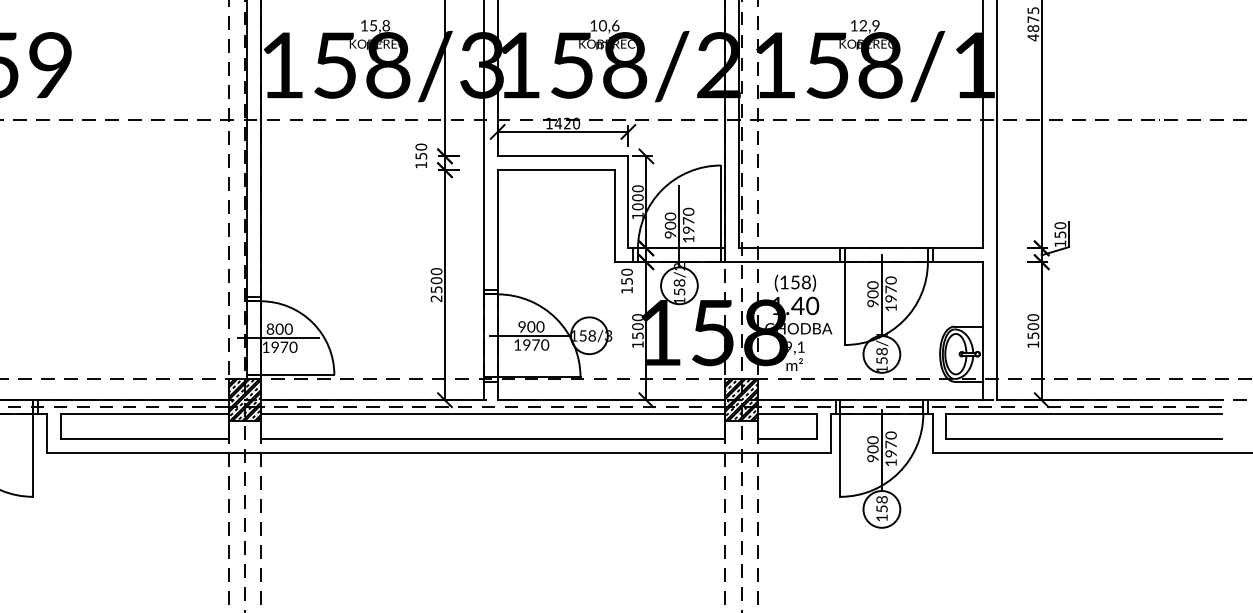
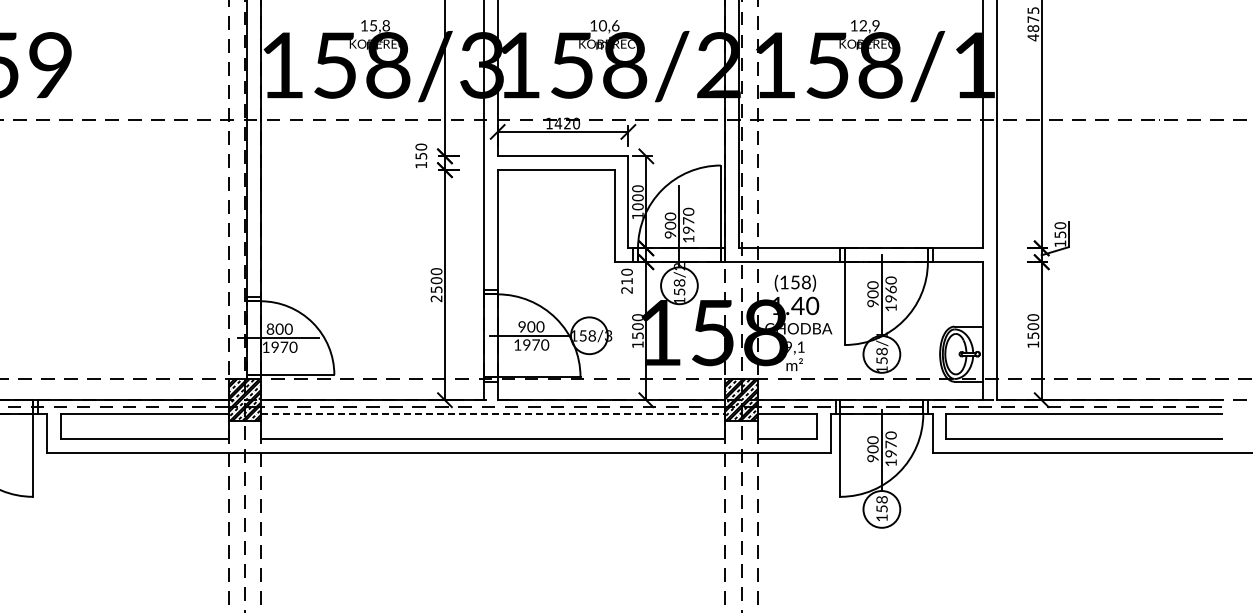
text at (626, 285): 150 -> 210
text at (890, 289): 1970 -> 1960
line at (493, 414): solid -> dashed
